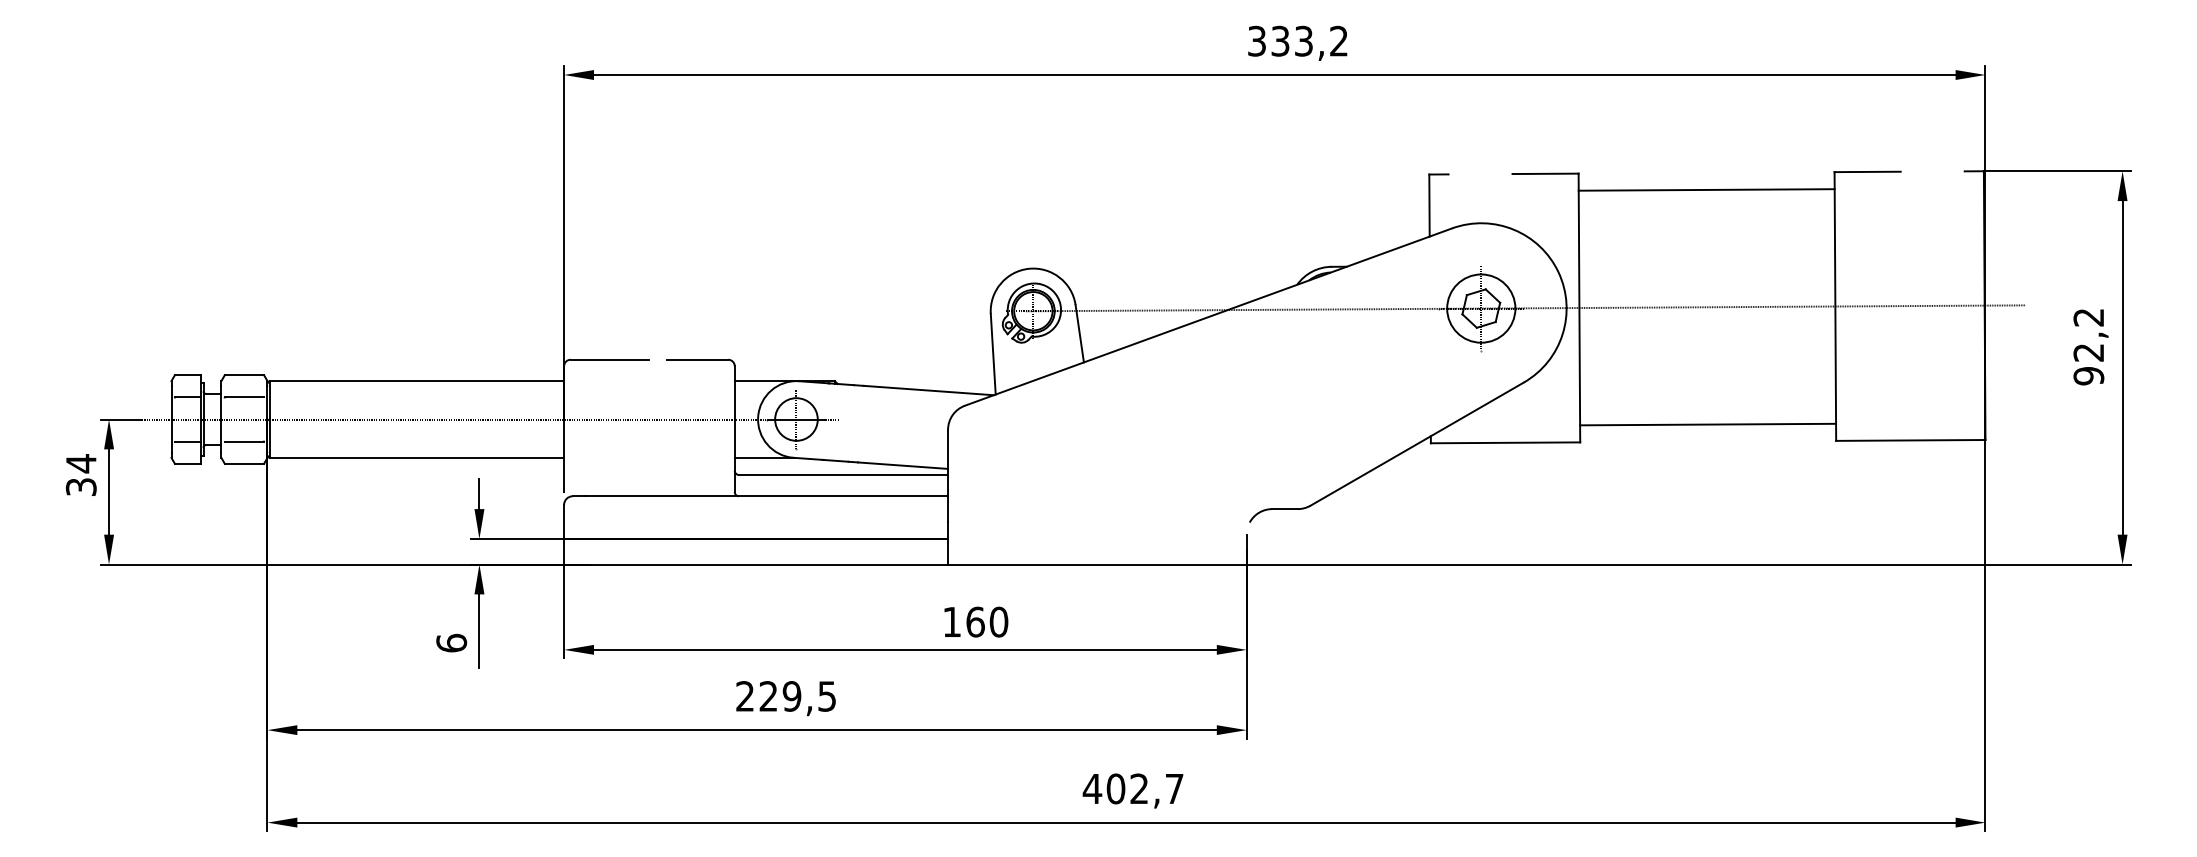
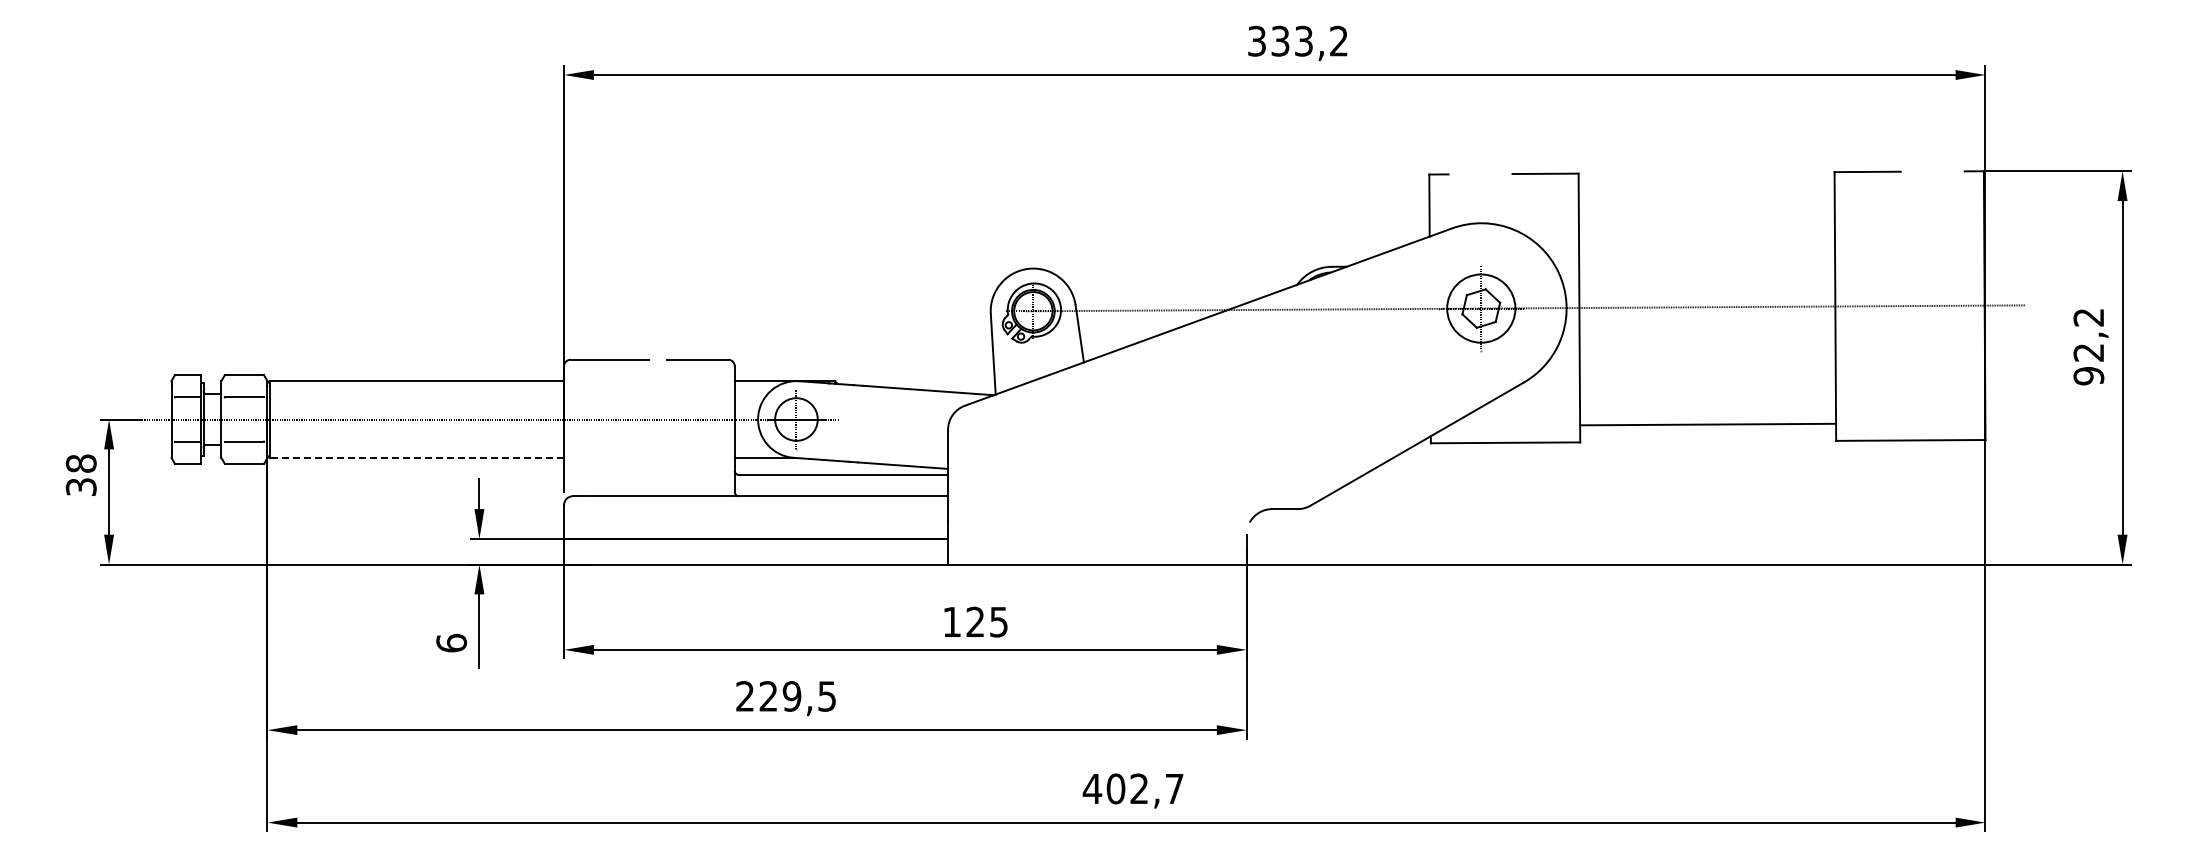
line at (1706, 189): present -> none
line at (416, 457): solid -> dashed
text at (80, 463): 34 -> 38
text at (987, 621): 160 -> 125
